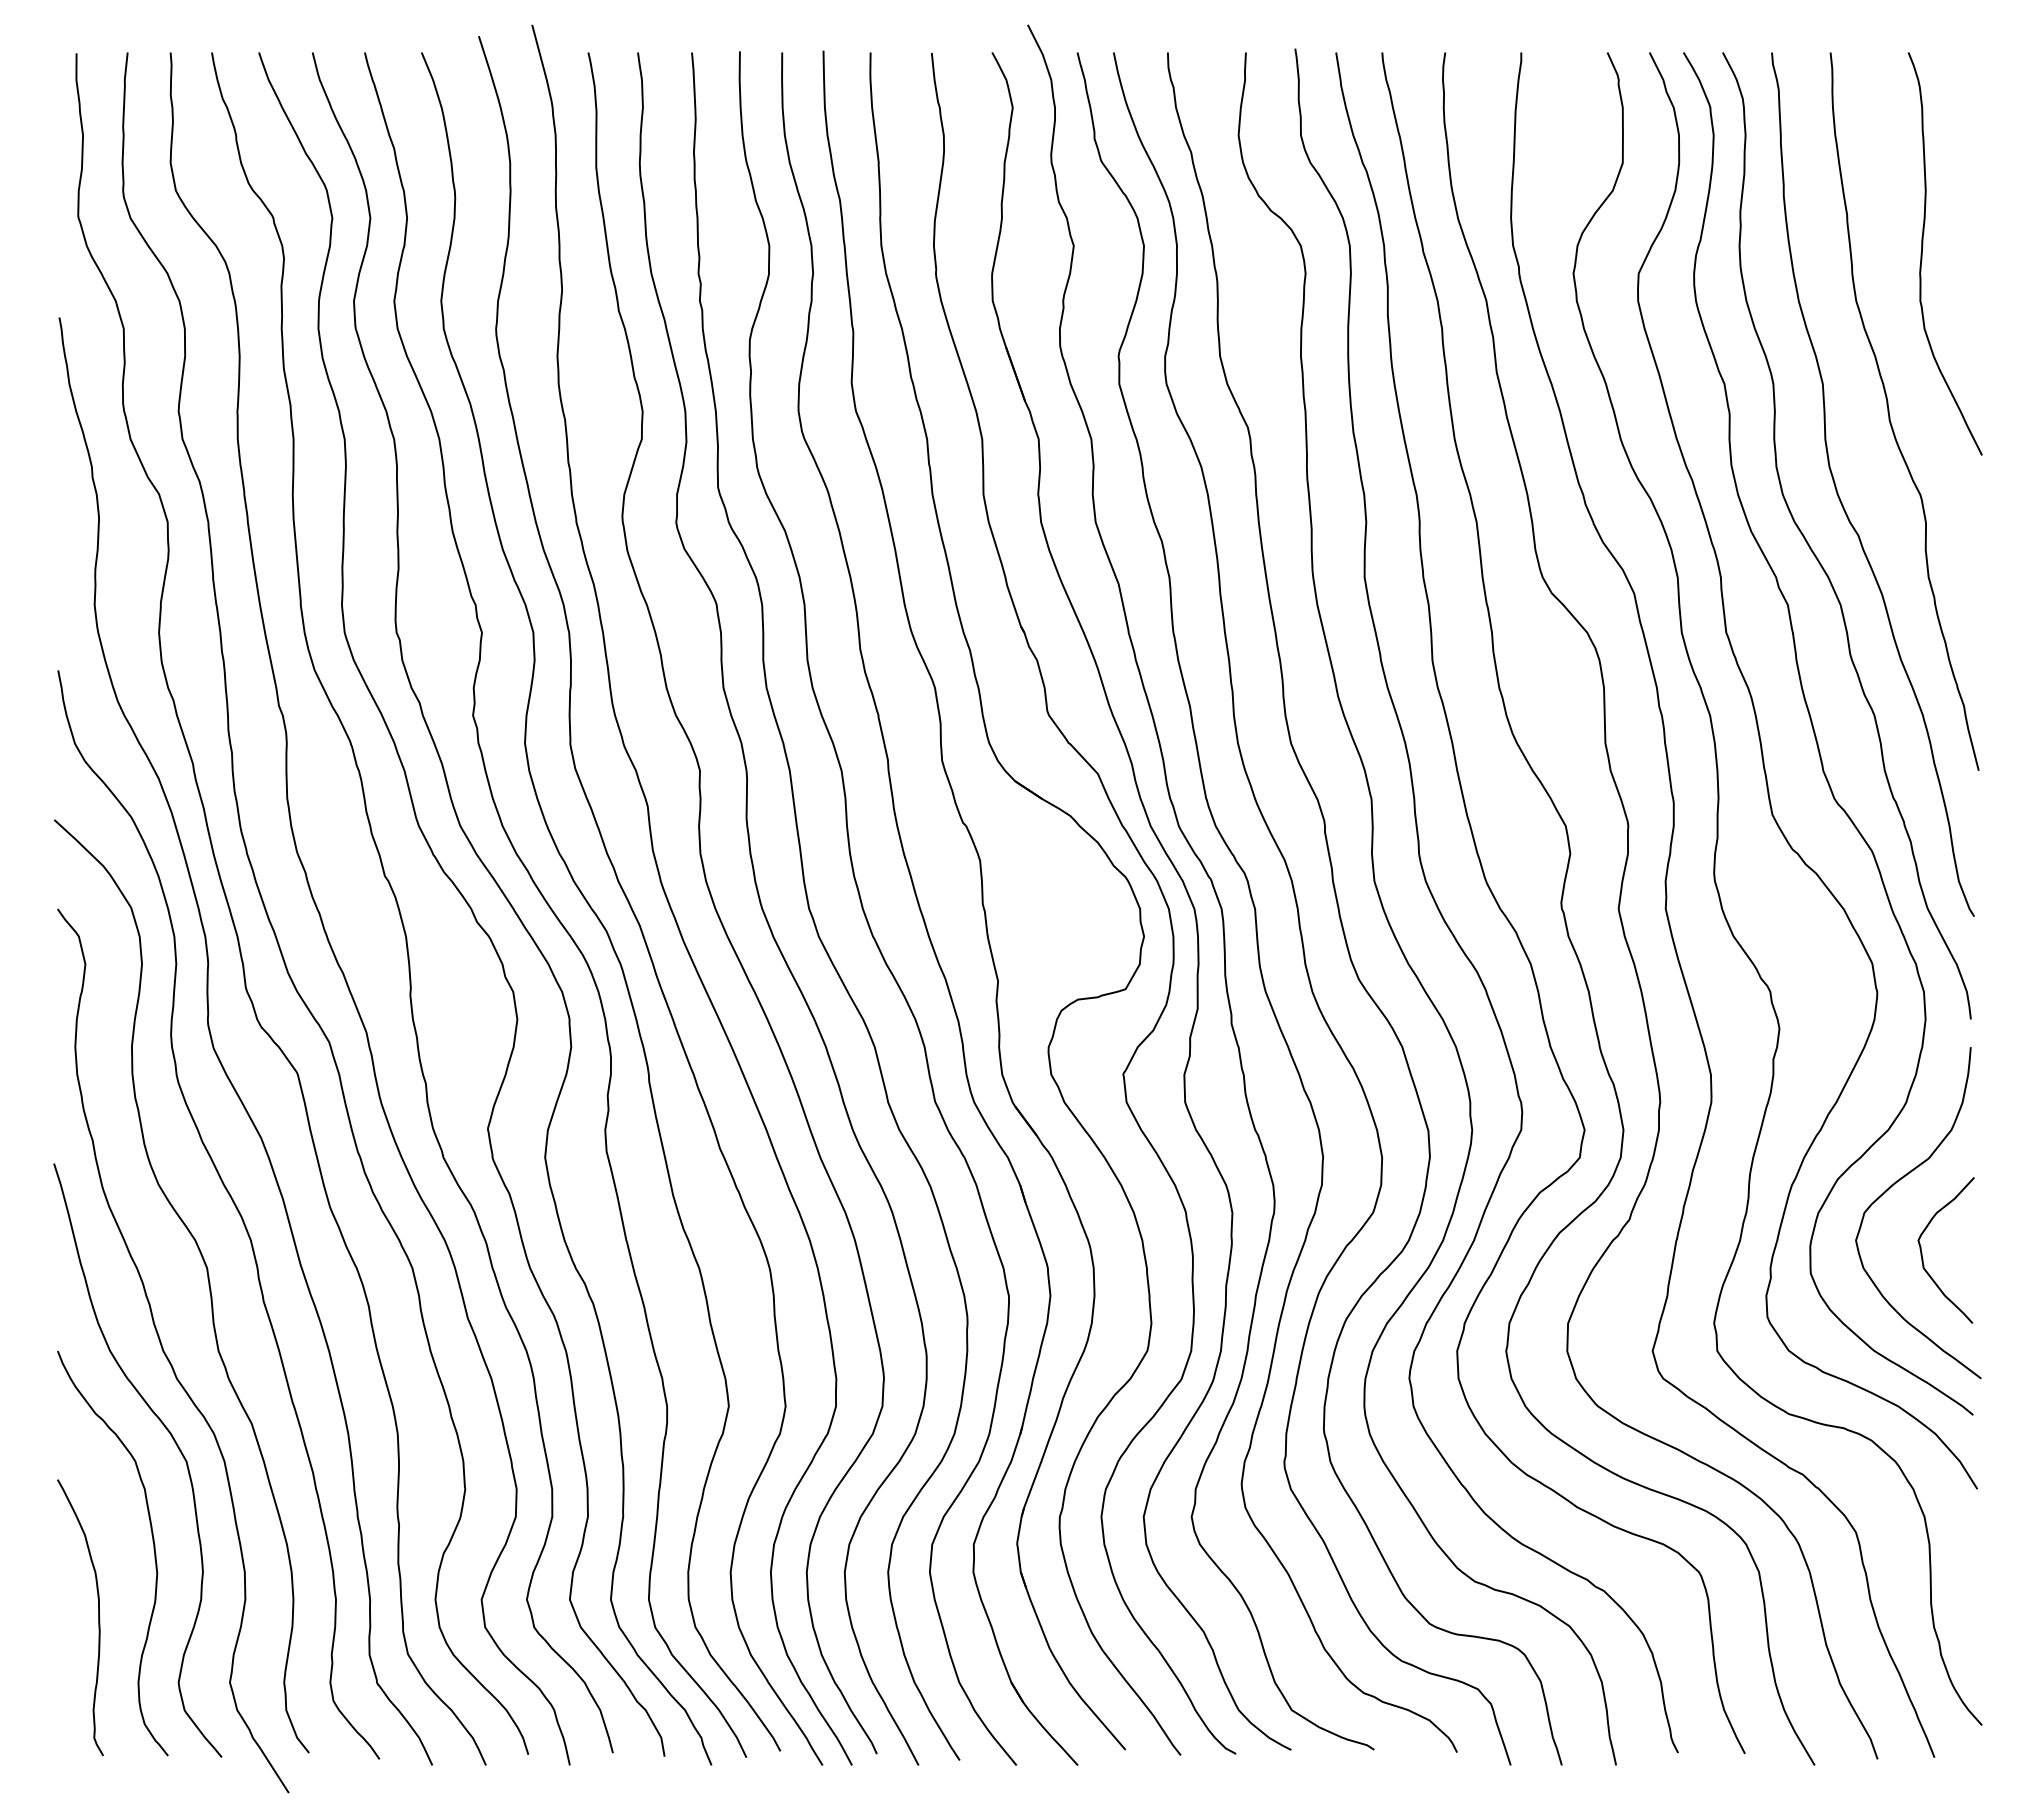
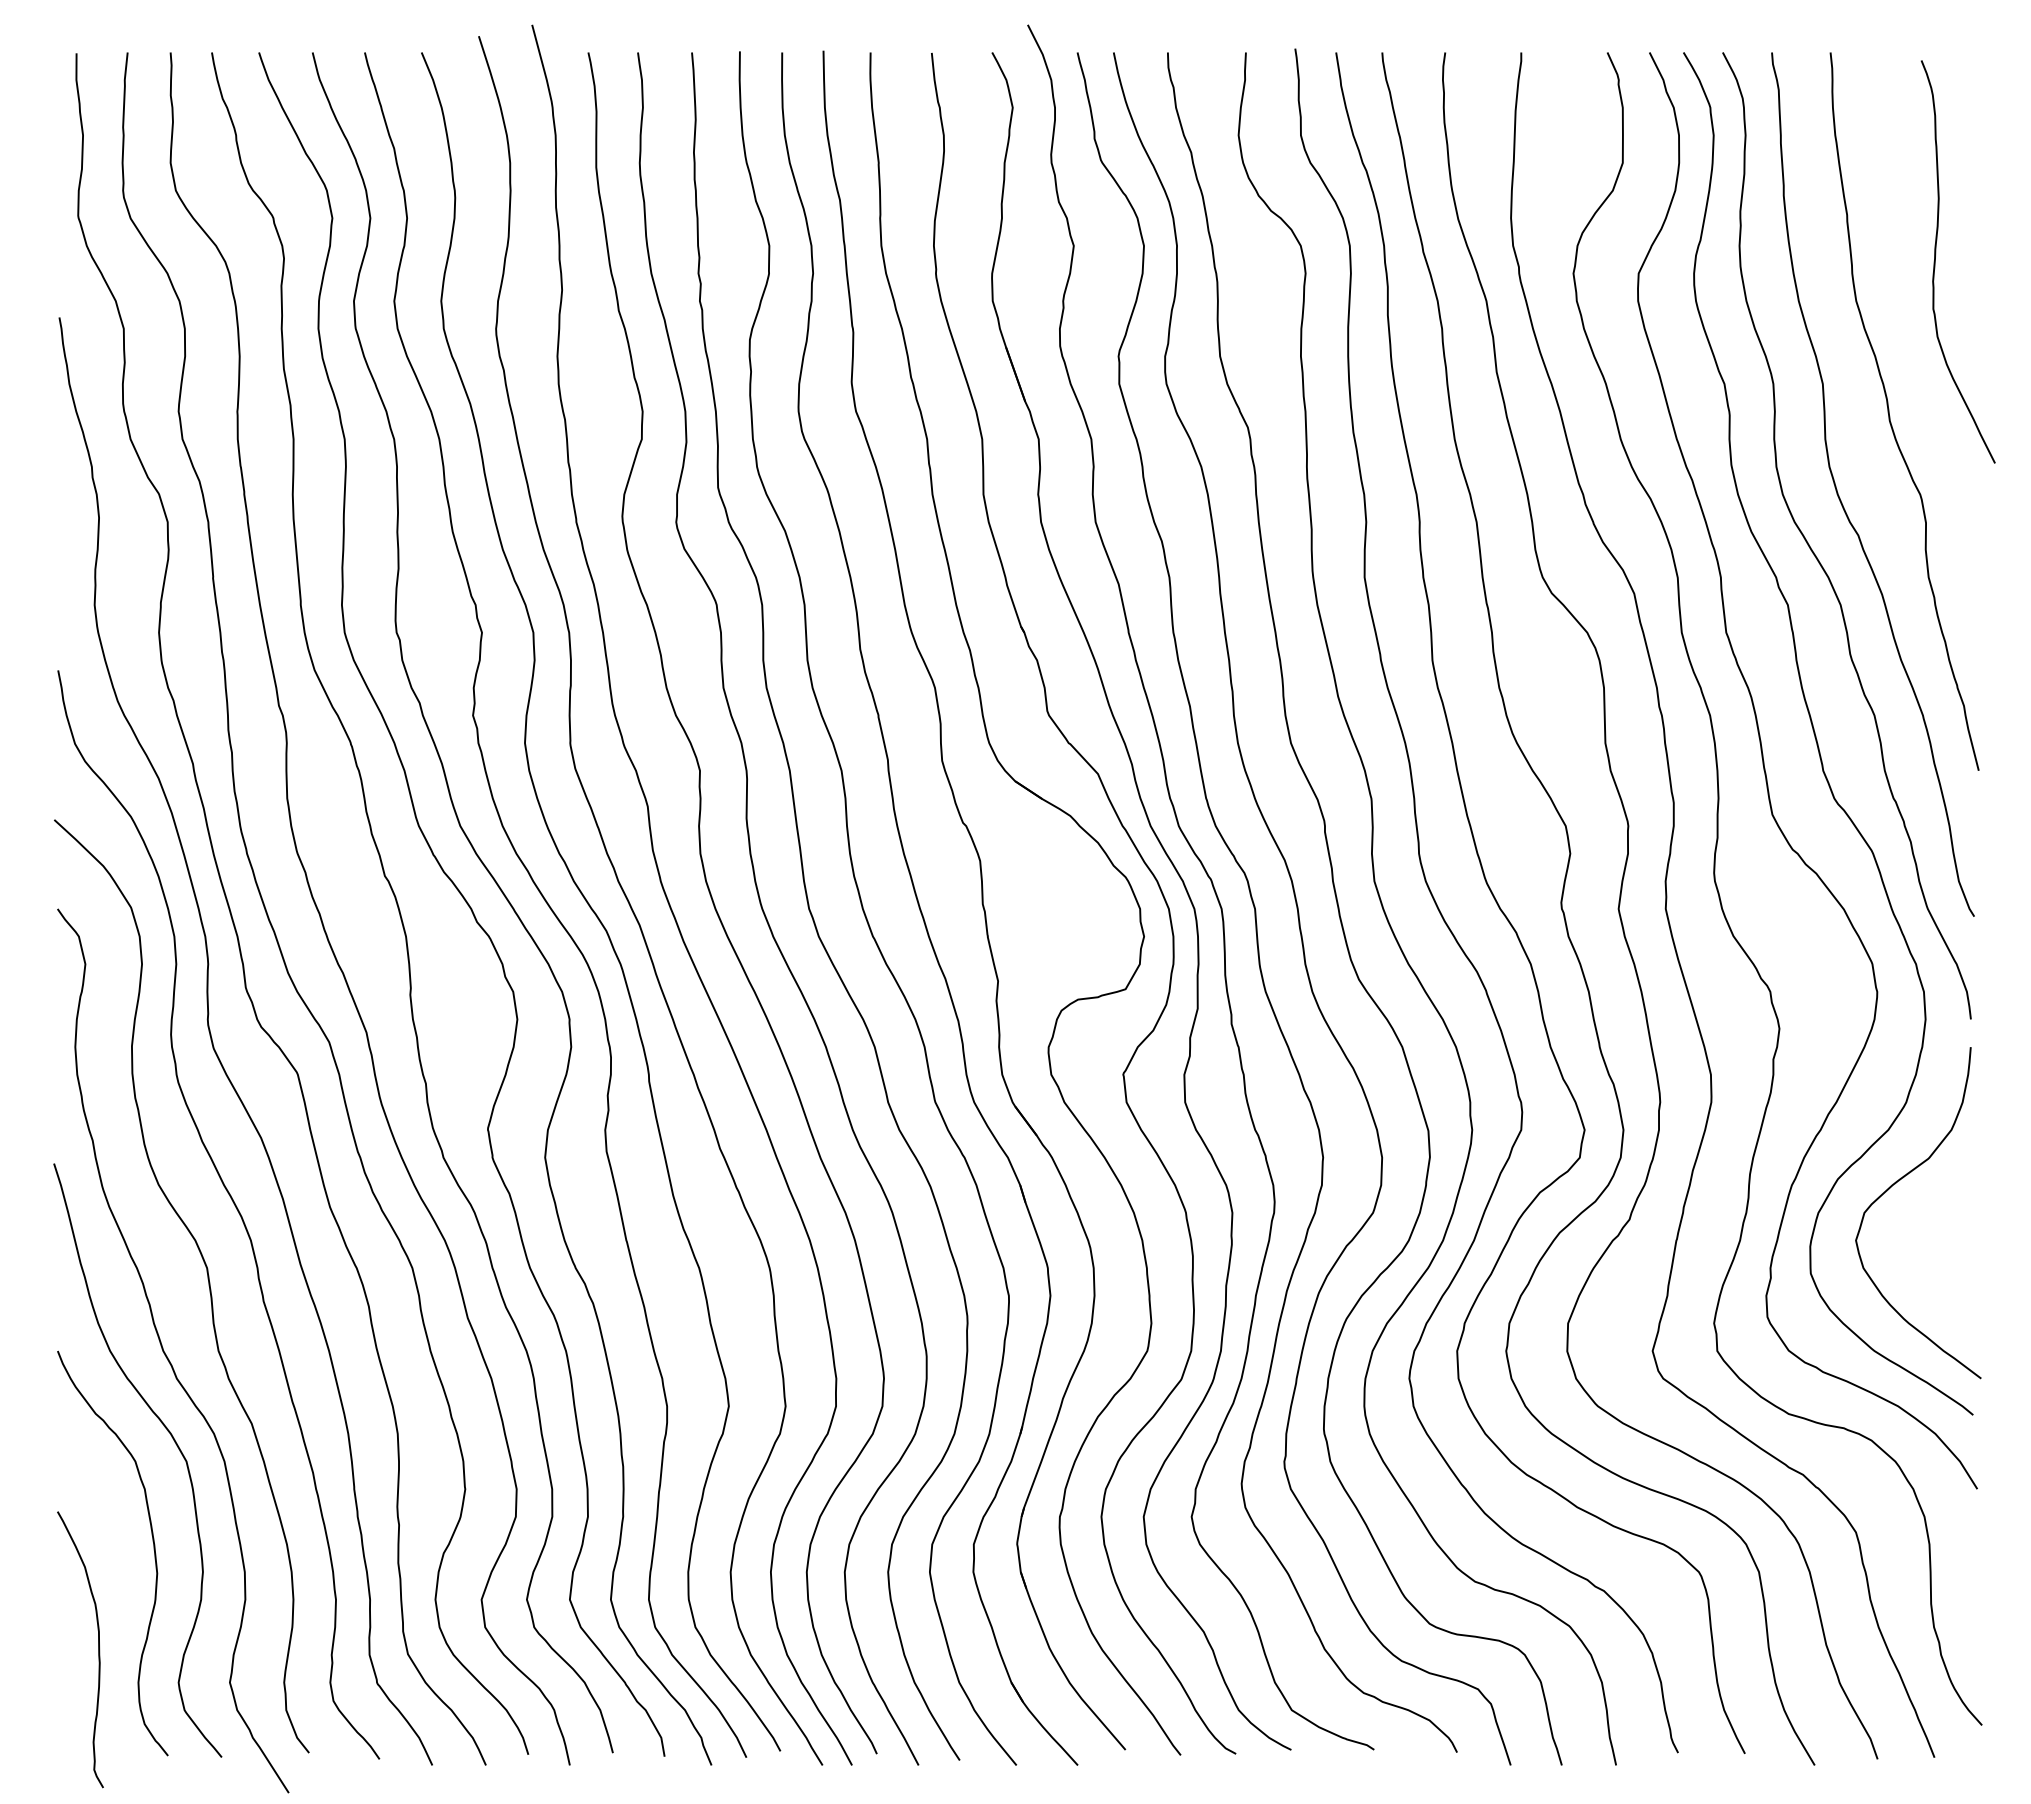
curve at (1922, 253) position: (1922, 253) -> (1935, 261)
curve at (1922, 1252): present -> none
curve at (98, 1617) position: (98, 1617) -> (98, 1649)
